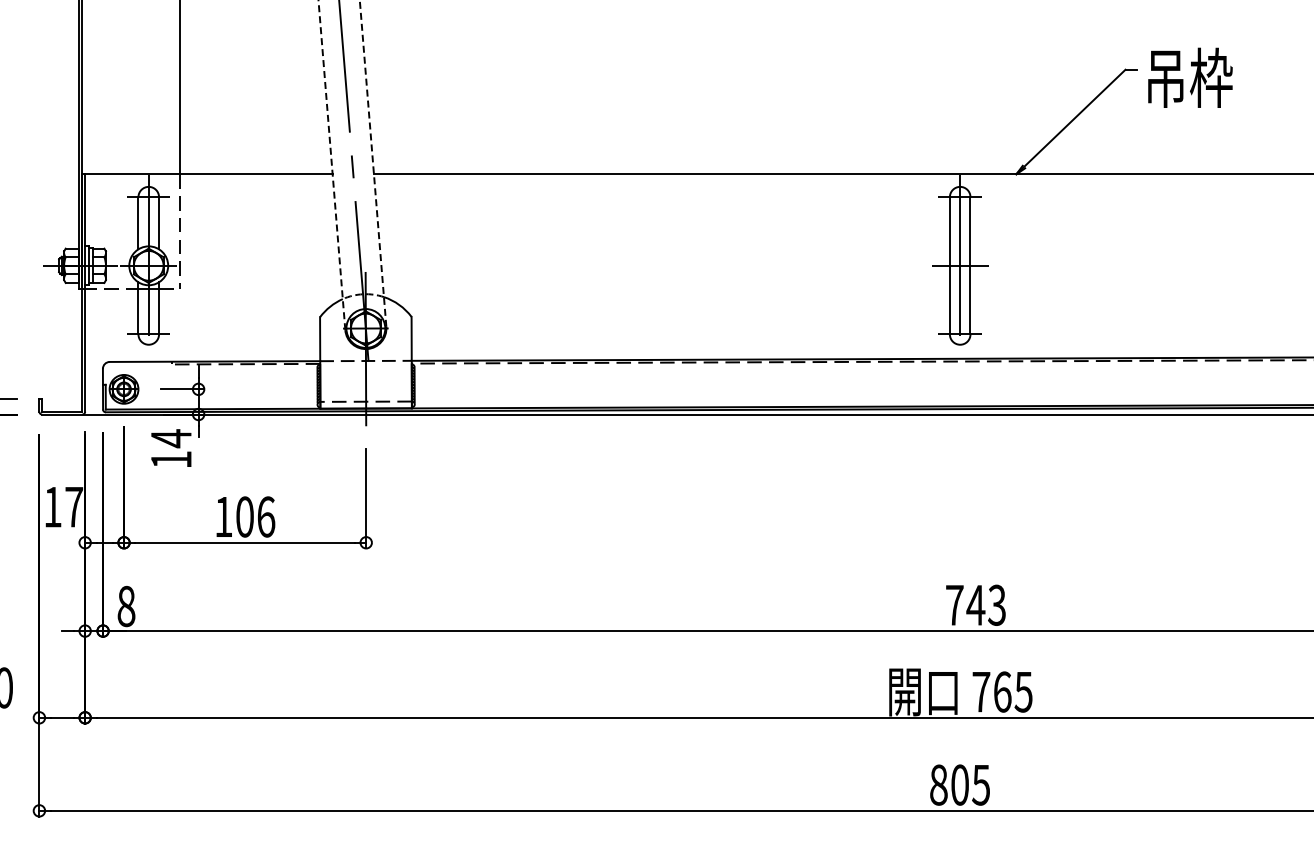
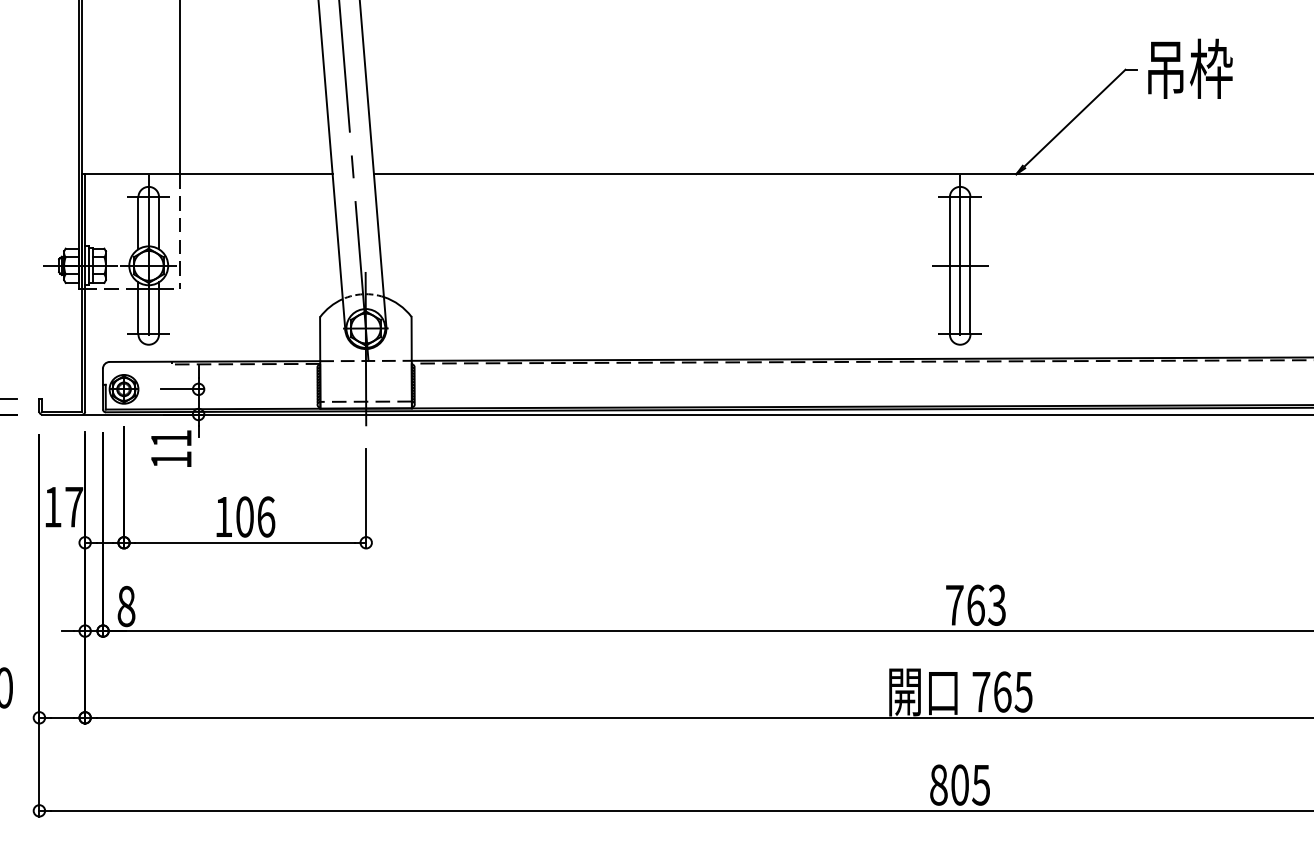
text at (1190, 77) position: (1190, 77) -> (1190, 68)
line at (373, 163): dashed -> solid
line at (331, 164): dashed -> solid
text at (171, 438): 14 -> 11
text at (975, 604): 743 -> 763
